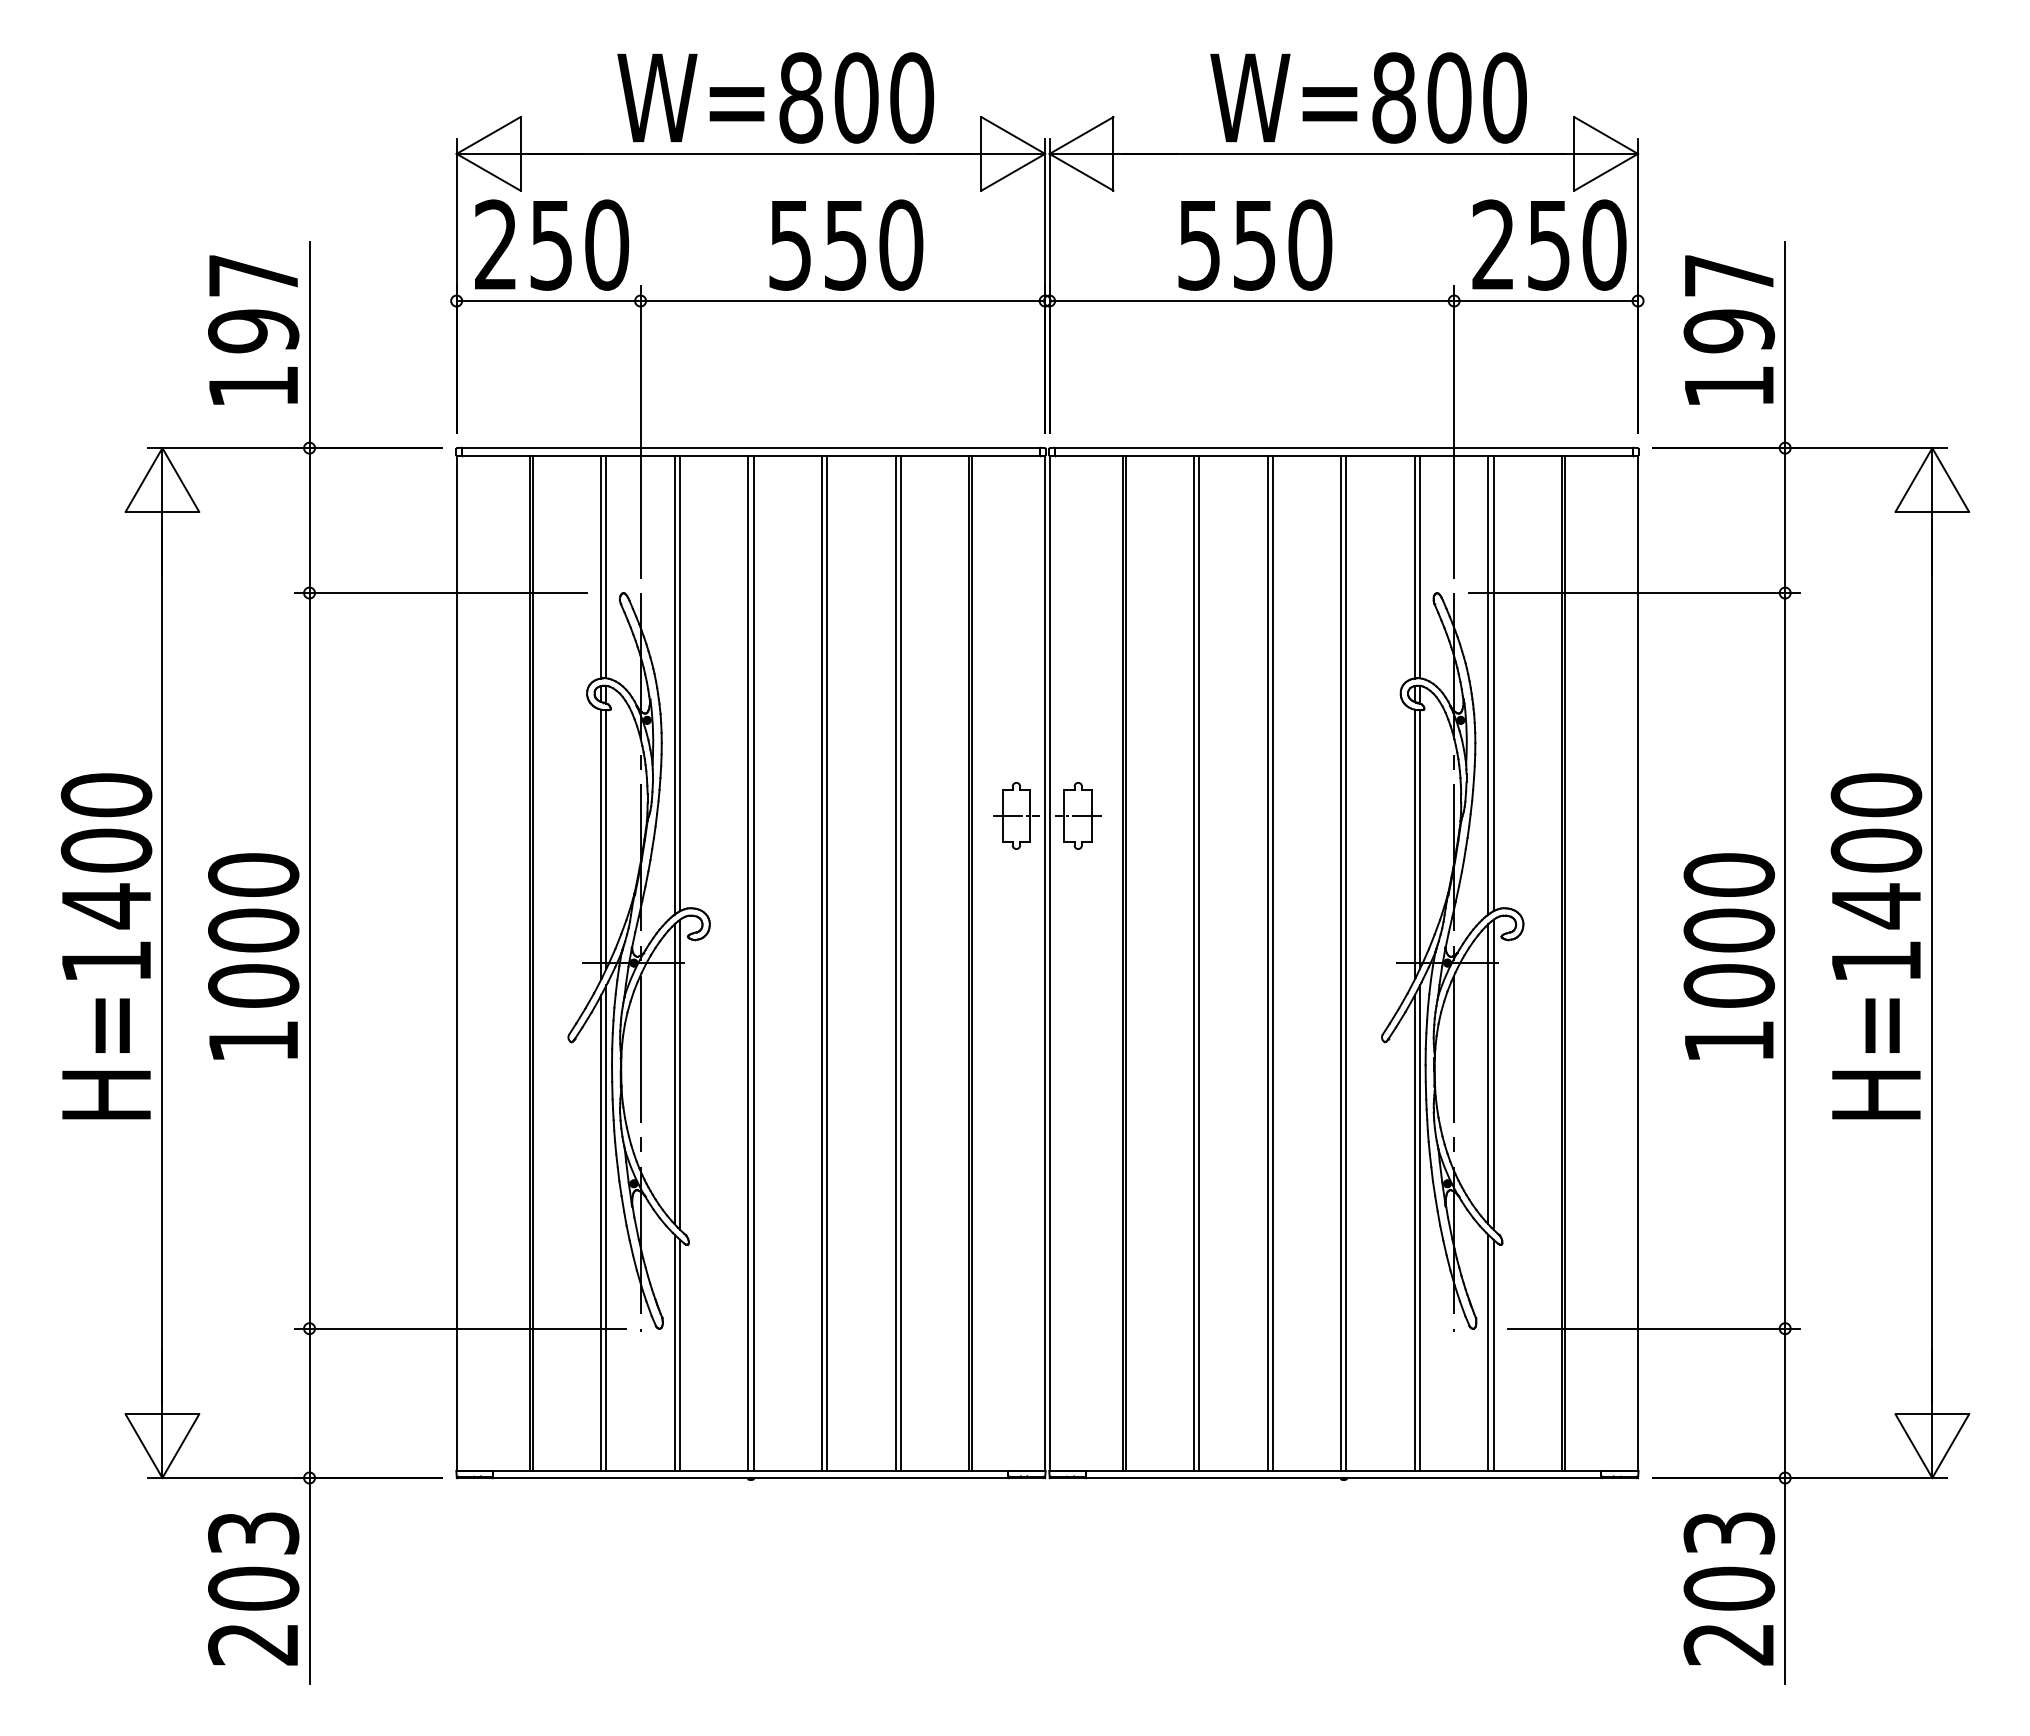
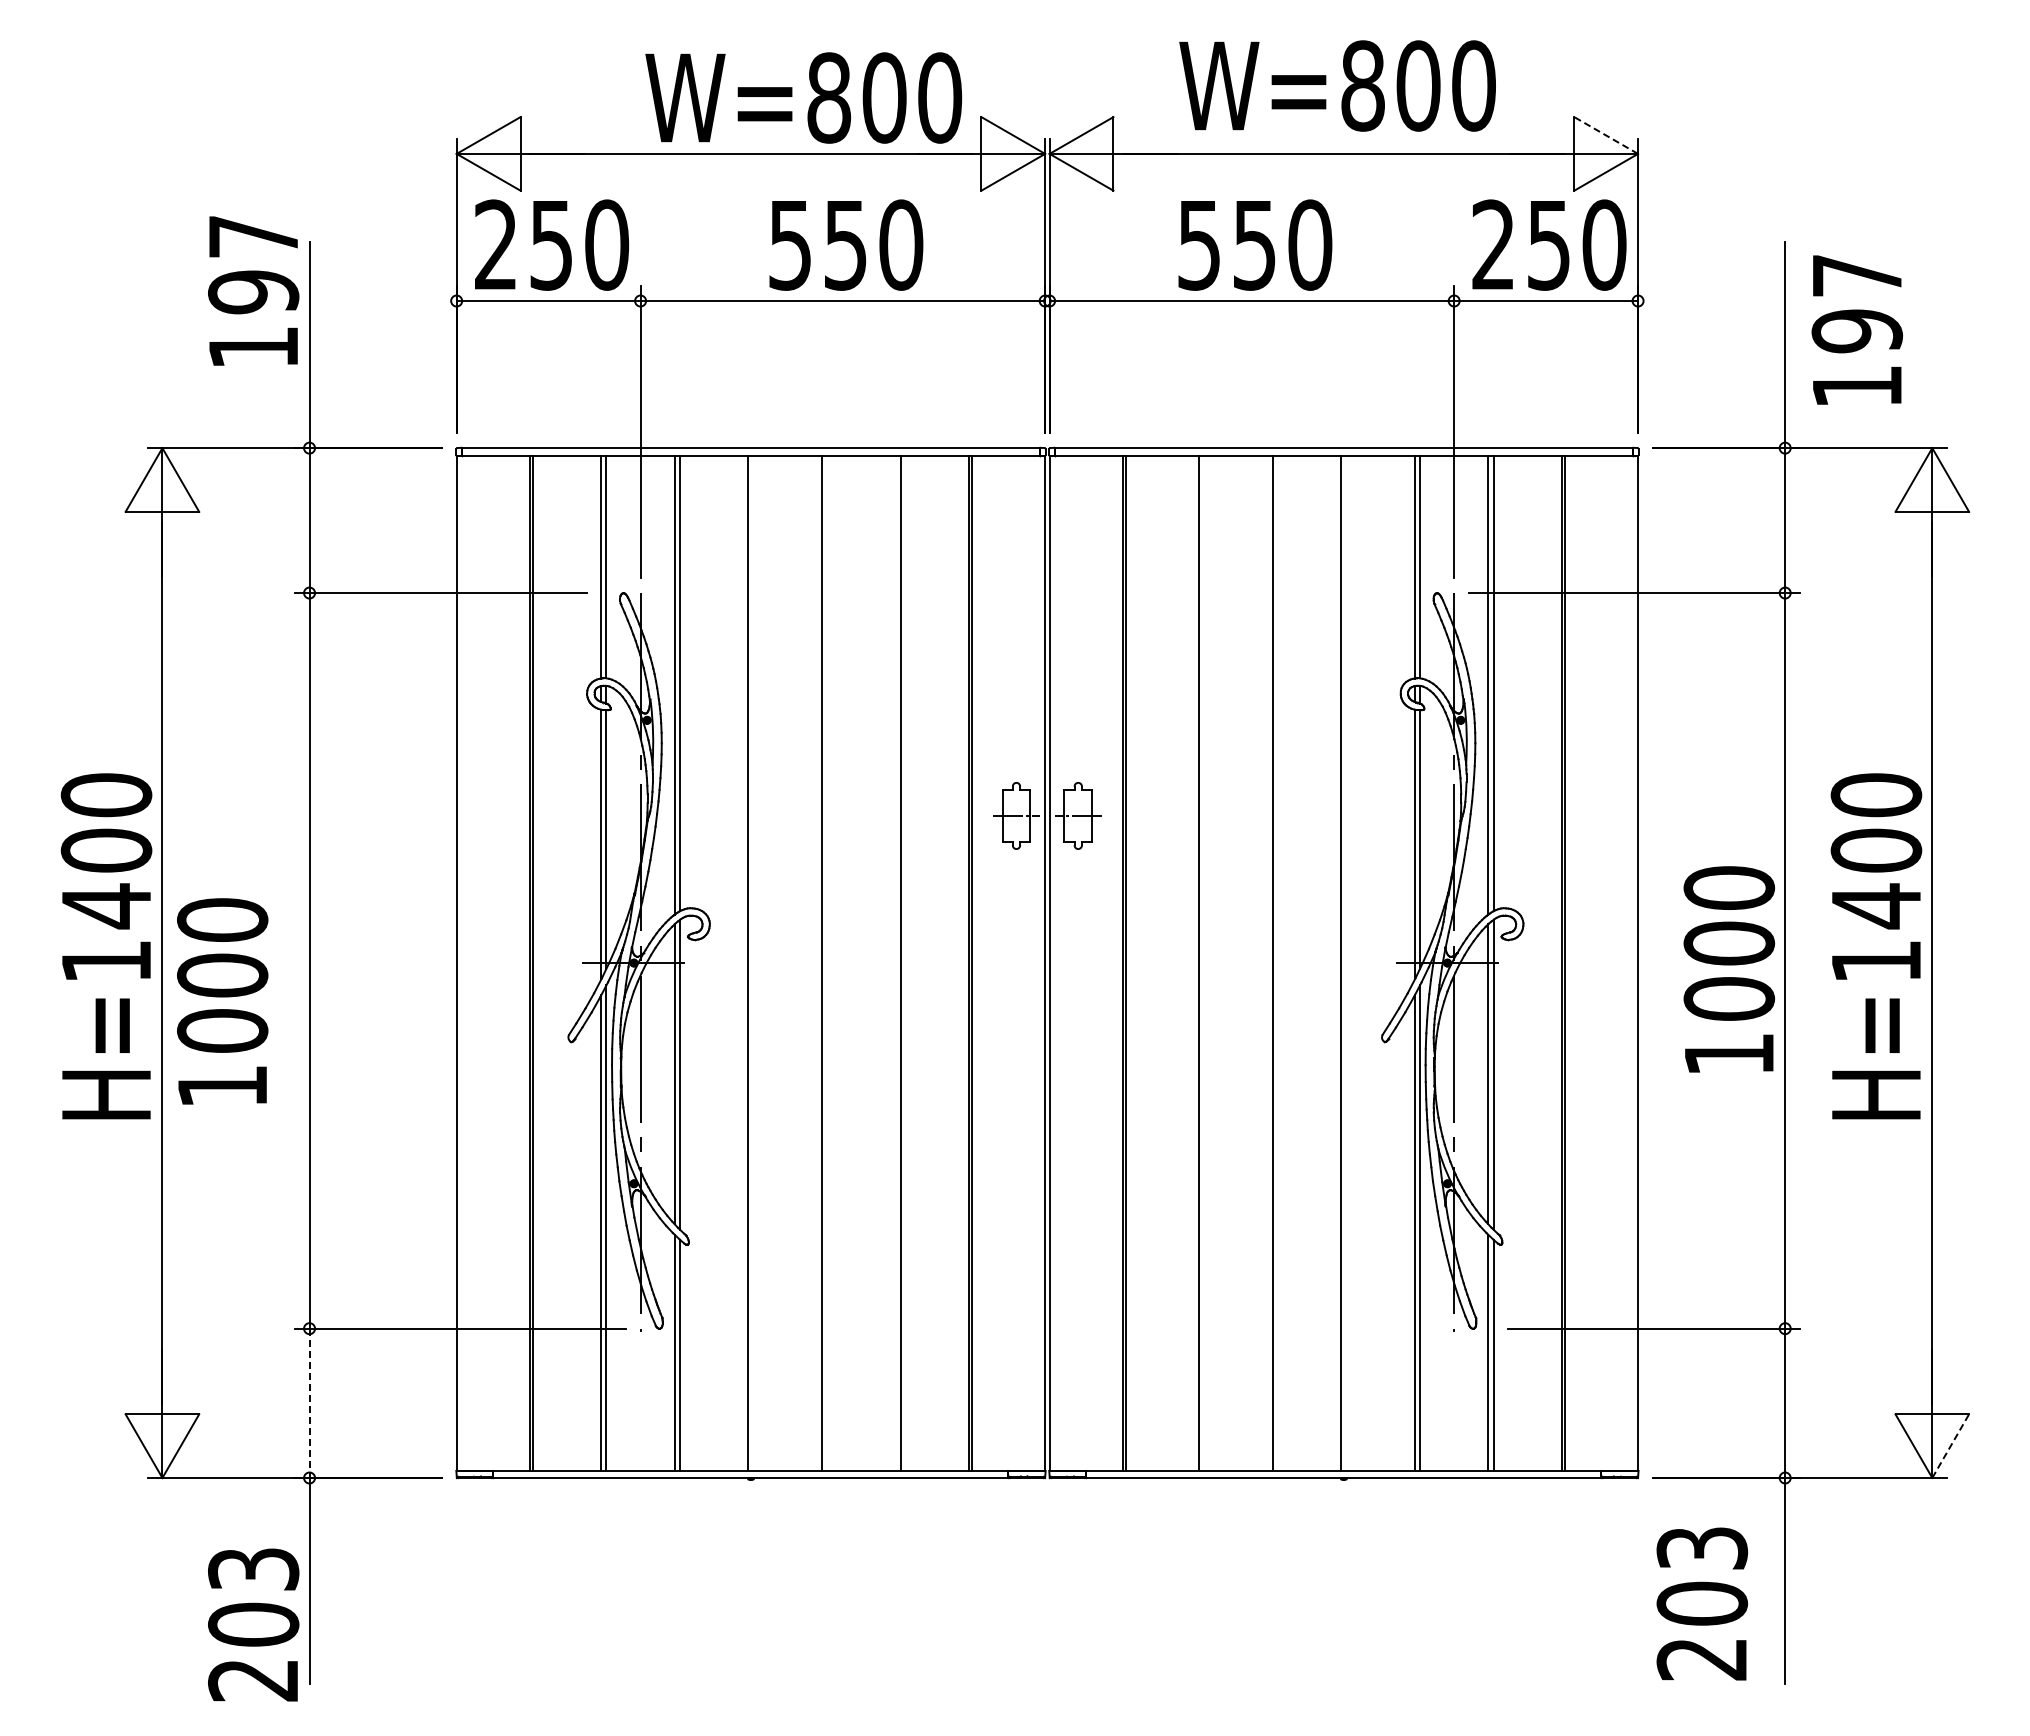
text at (775, 97) position: (775, 97) -> (803, 97)
text at (1368, 97) position: (1368, 97) -> (1337, 85)
line at (1606, 135): solid -> dashed
text at (253, 329) position: (253, 329) -> (253, 290)
text at (1729, 329) position: (1729, 329) -> (1857, 329)
text at (253, 956) position: (253, 956) -> (222, 1001)
text at (1729, 956) position: (1729, 956) -> (1729, 969)
line at (753, 962): present -> none
line at (827, 962): present -> none
line at (895, 962): present -> none
line at (1194, 962): present -> none
line at (1267, 962): present -> none
line at (1346, 962): present -> none
line at (309, 1403): solid -> dashed
line at (1950, 1446): solid -> dashed
text at (253, 1588) position: (253, 1588) -> (253, 1624)
text at (1729, 1588) position: (1729, 1588) -> (1702, 1603)
